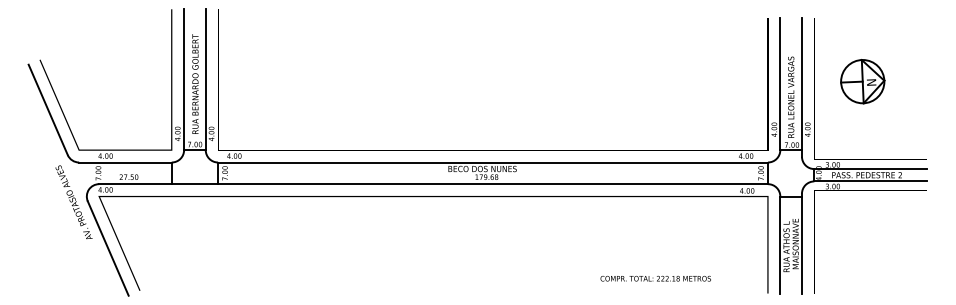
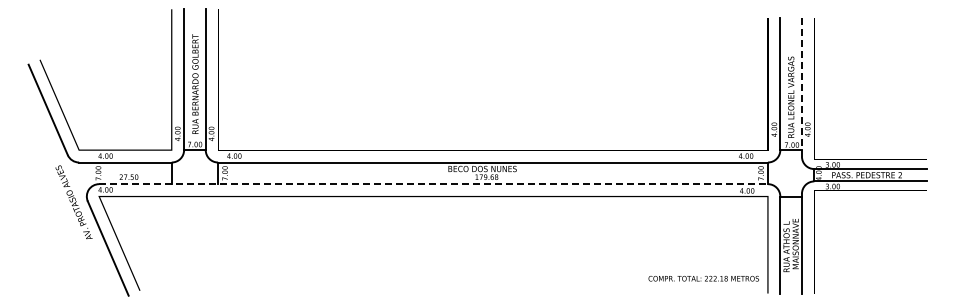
part at (862, 81): present -> none
line at (801, 87): solid -> dashed
line at (434, 184): solid -> dashed
text at (655, 278) position: (655, 278) -> (703, 278)
